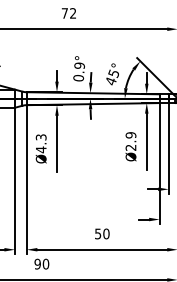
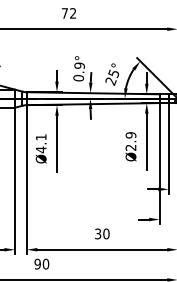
text at (110, 81): 45° -> 25°
text at (40, 137): Ø4.3 -> Ø4.1
text at (98, 233): 50 -> 30
